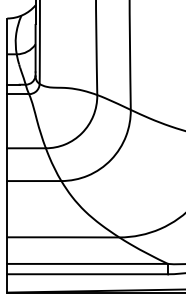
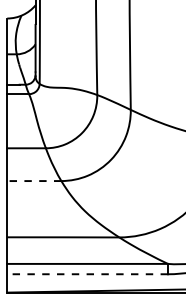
line at (33, 181): solid -> dashed
line at (87, 274): solid -> dashed
